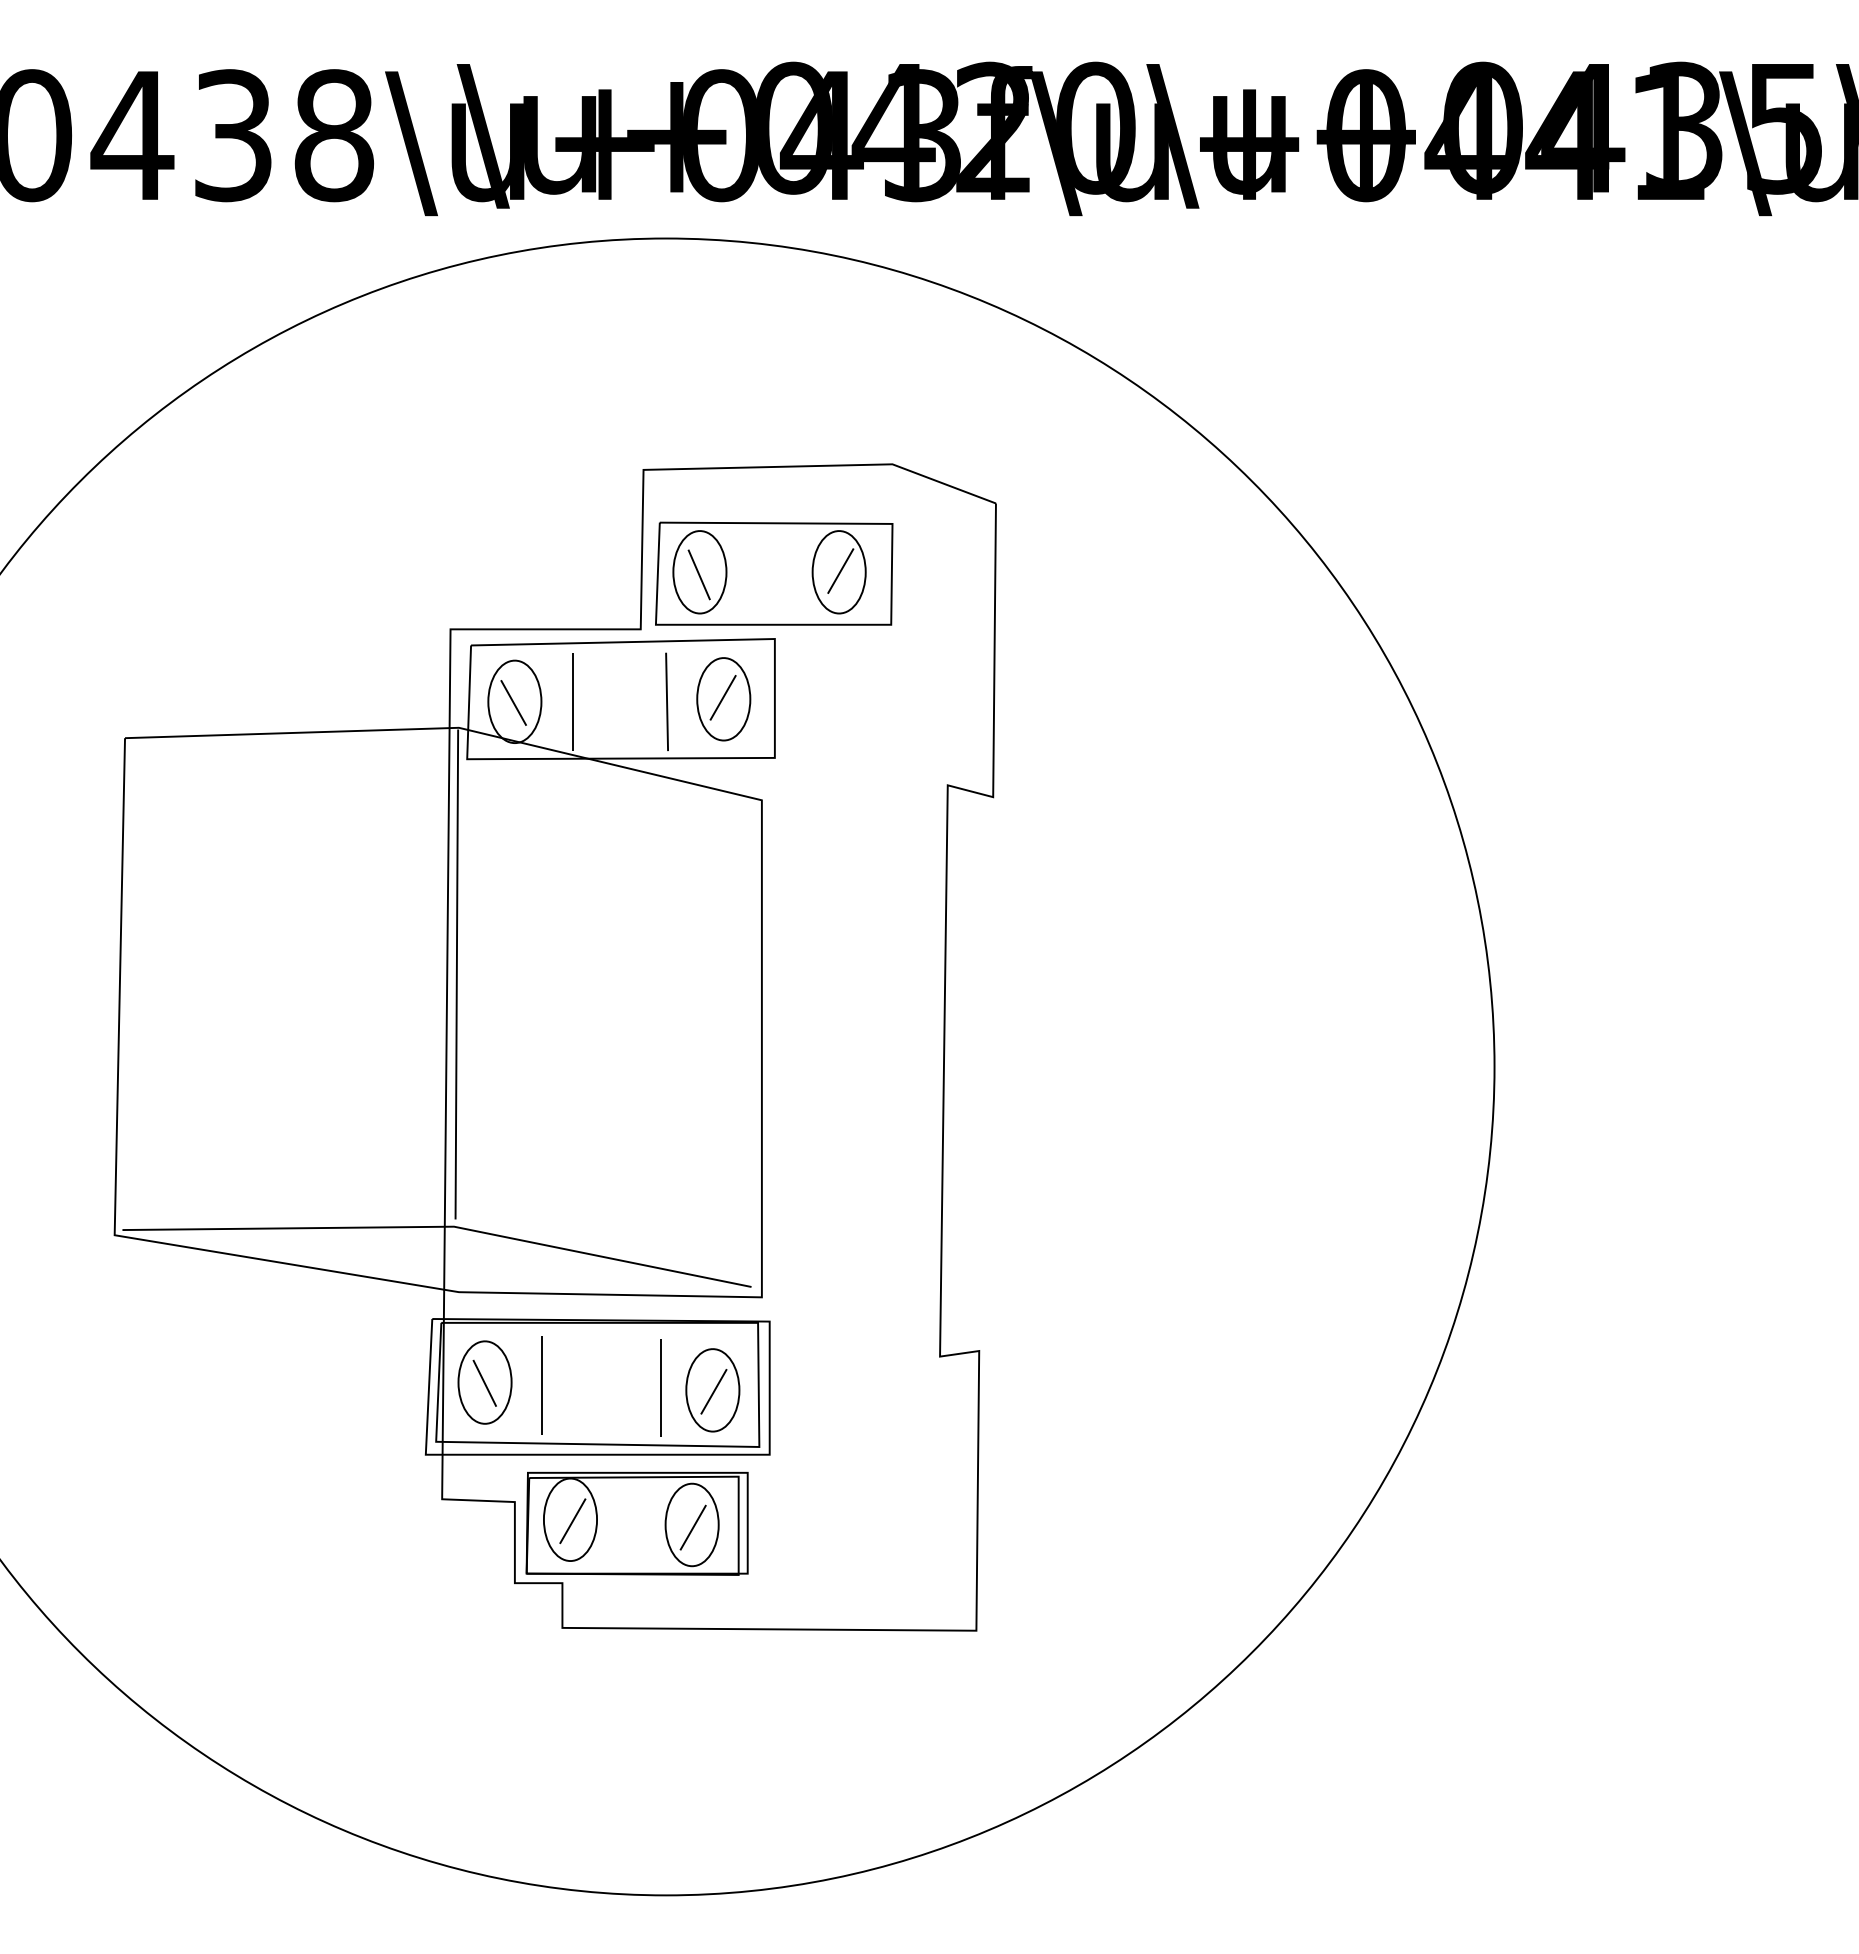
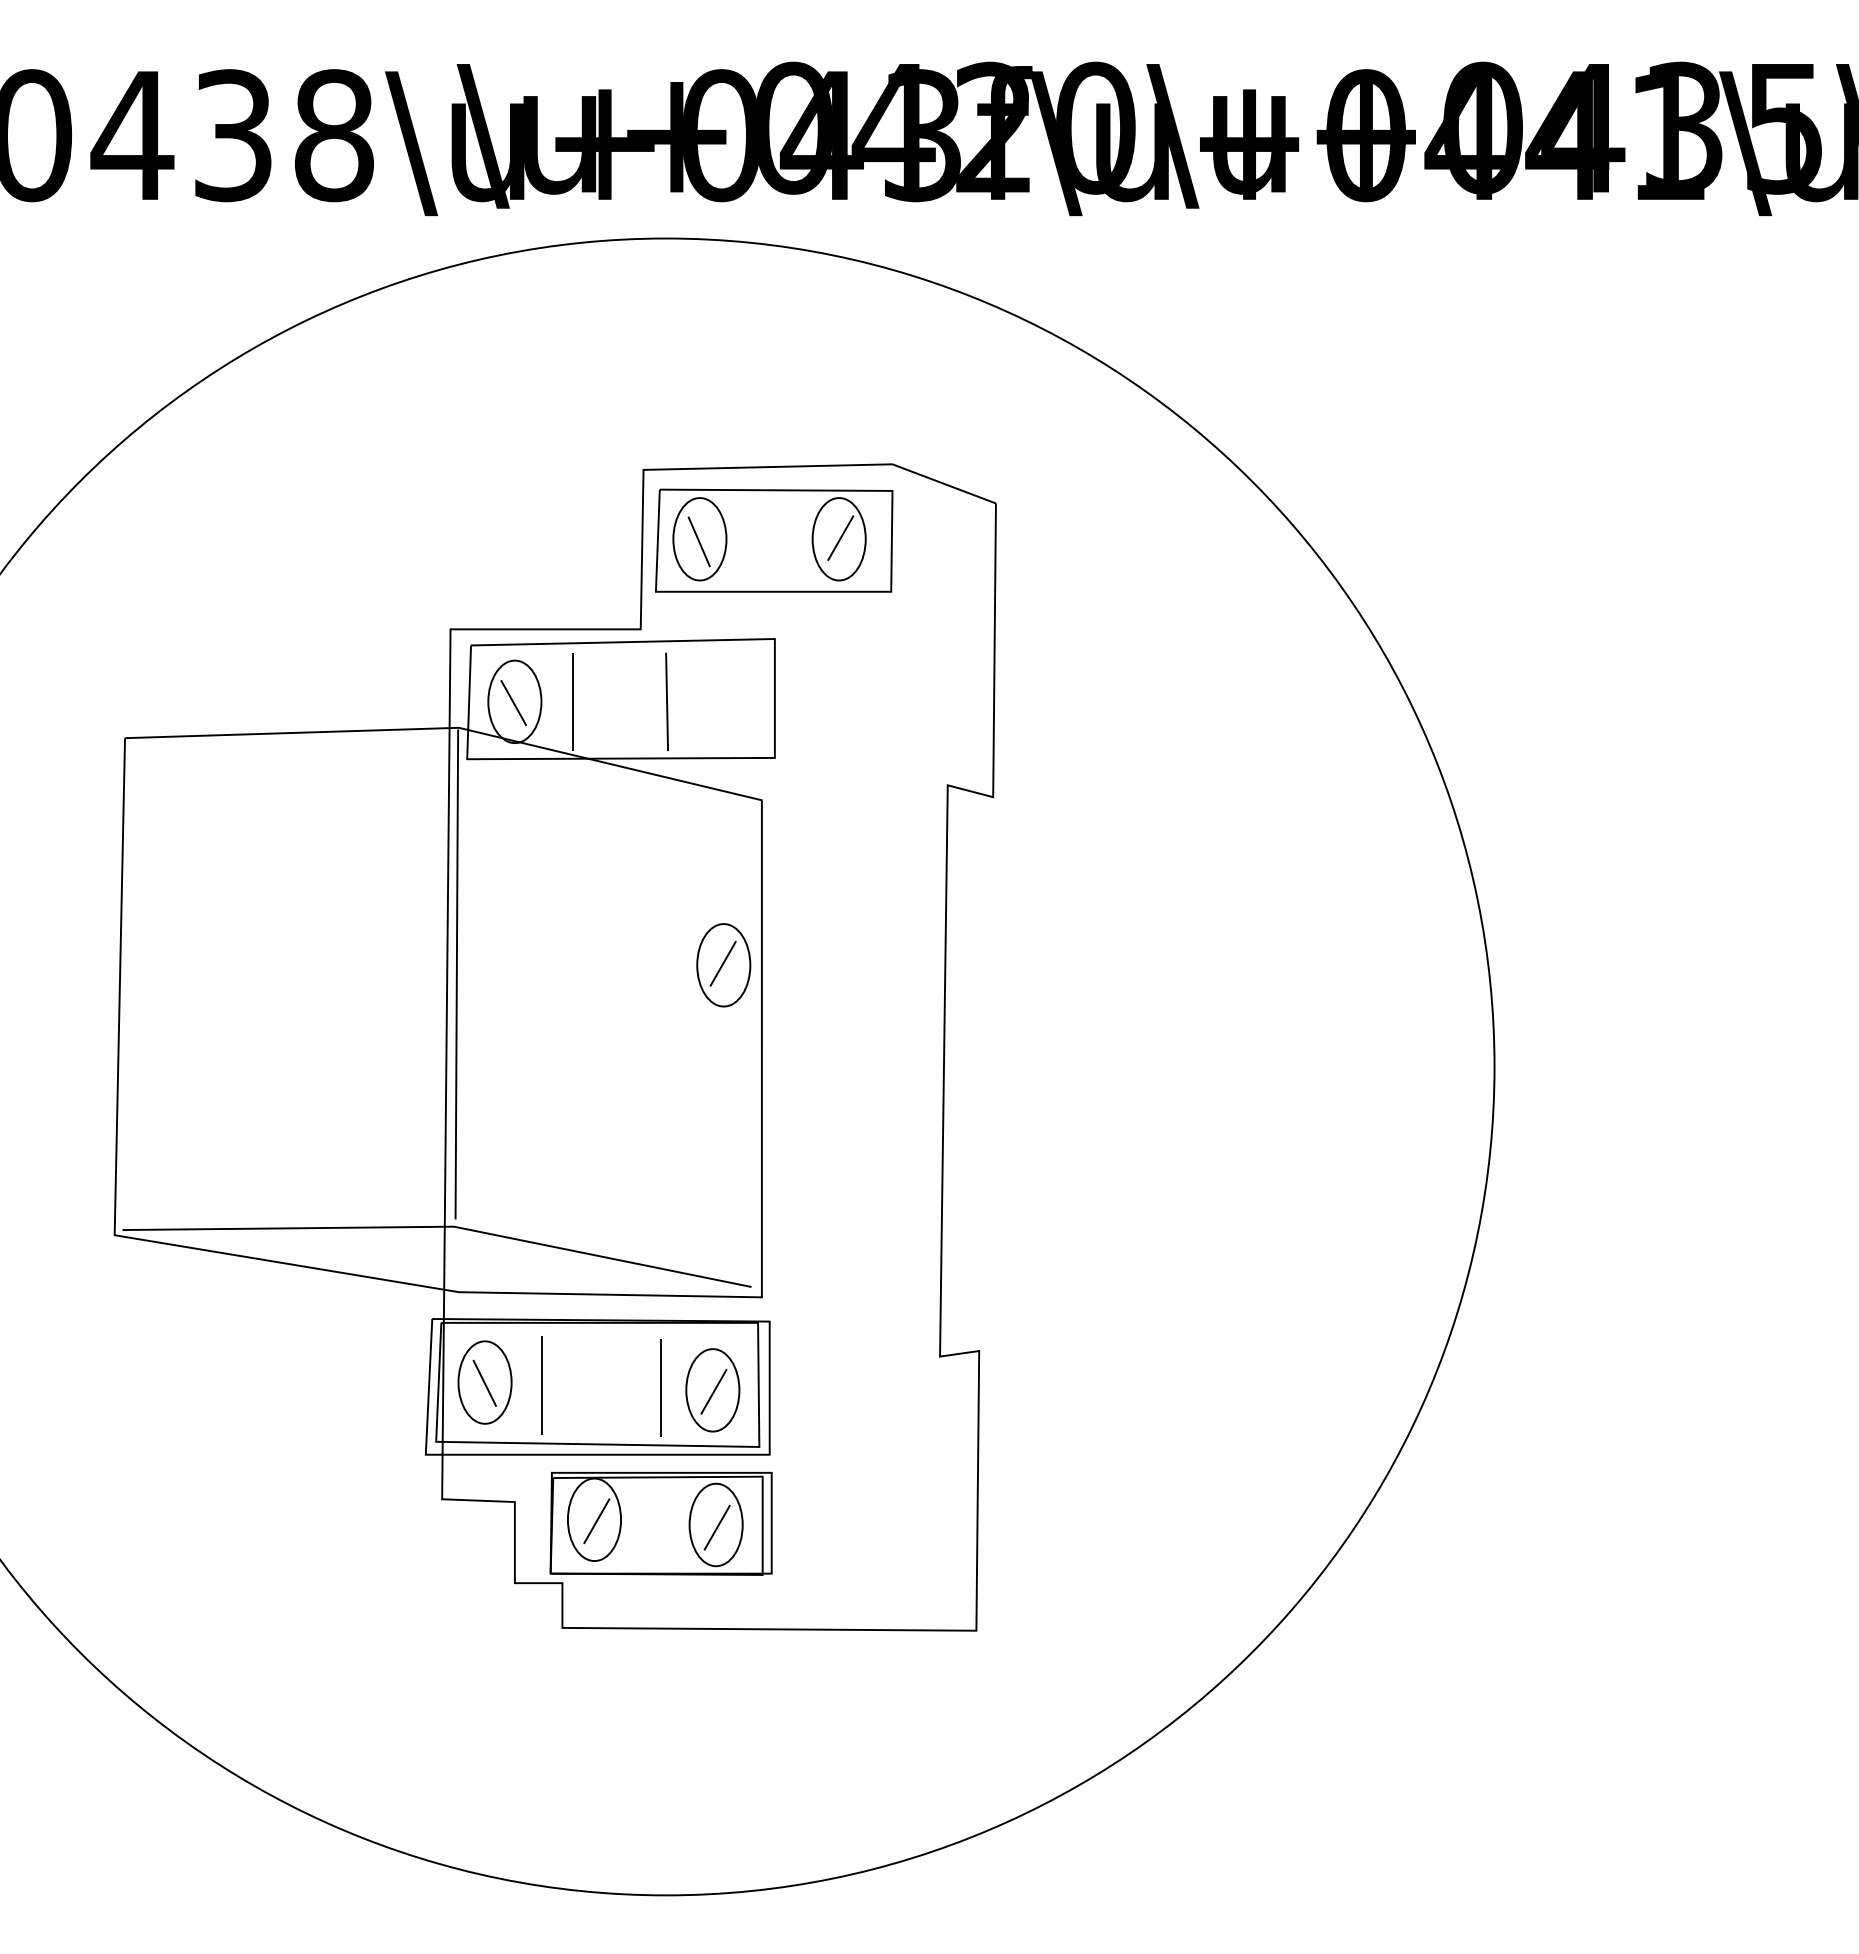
part at (774, 573) position: (774, 573) -> (774, 540)
part at (723, 699) position: (723, 699) -> (723, 965)
part at (636, 1523) position: (636, 1523) -> (660, 1523)
